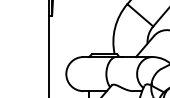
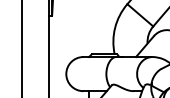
line at (22, 48): none -> present
